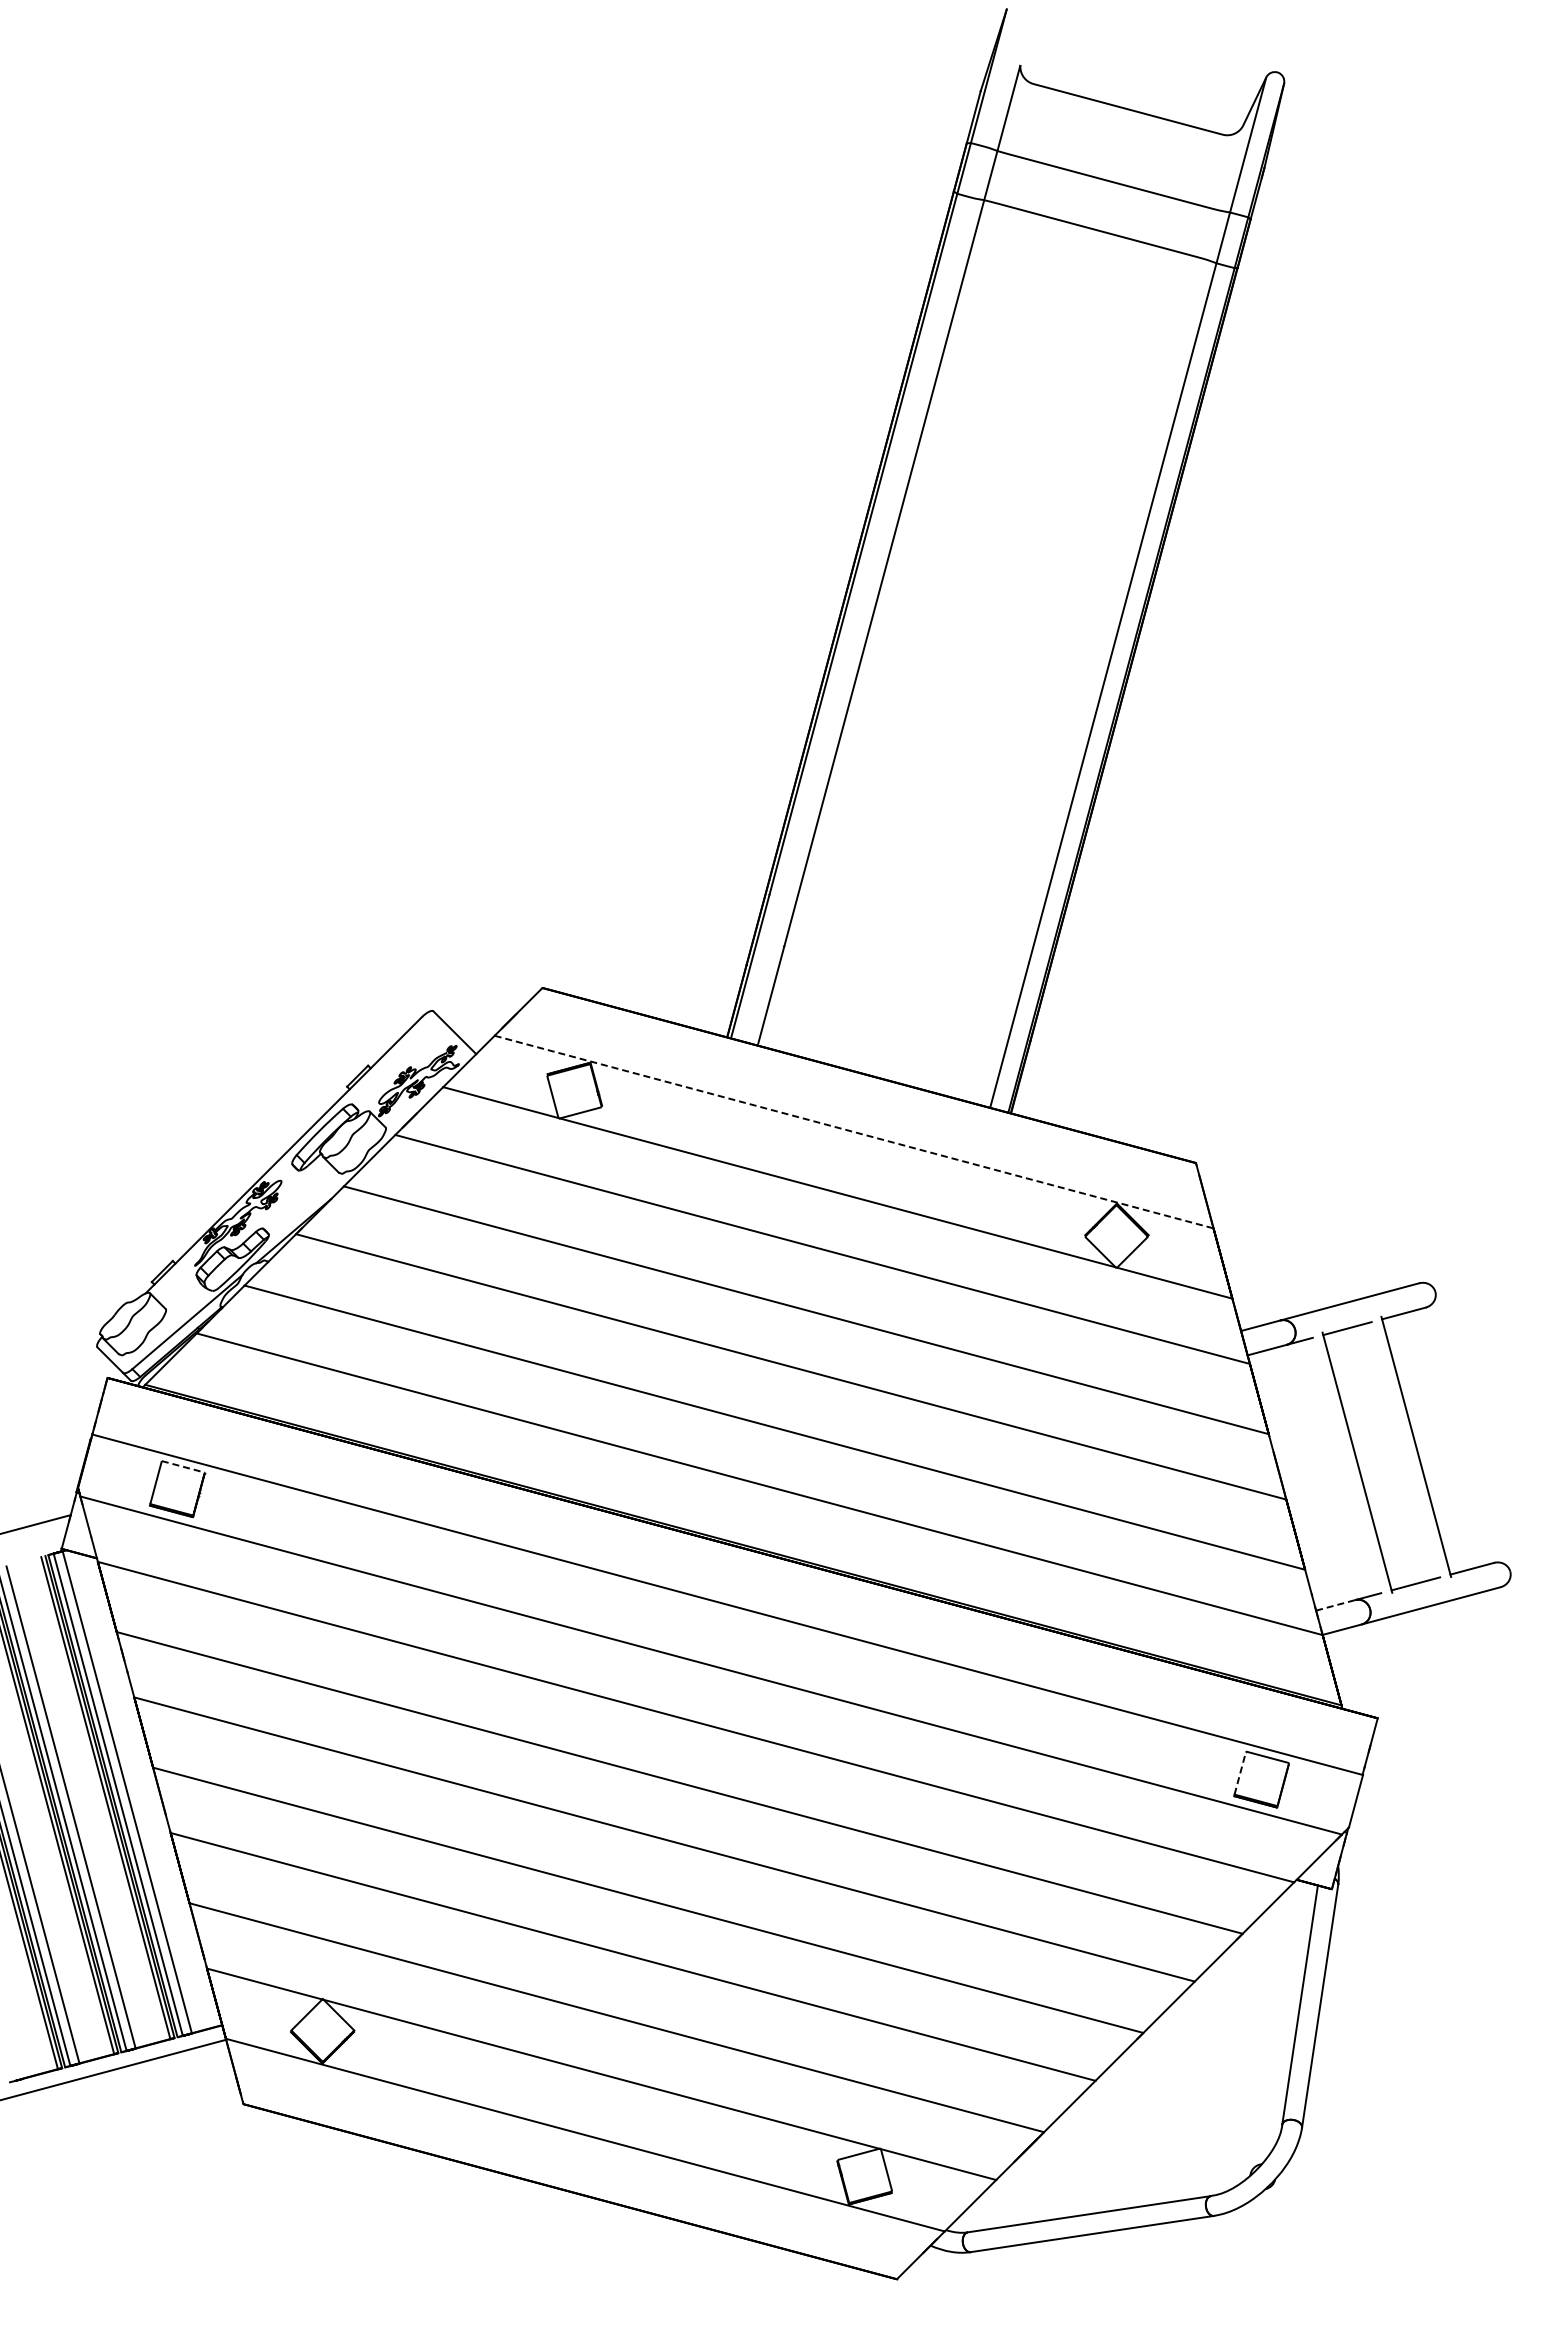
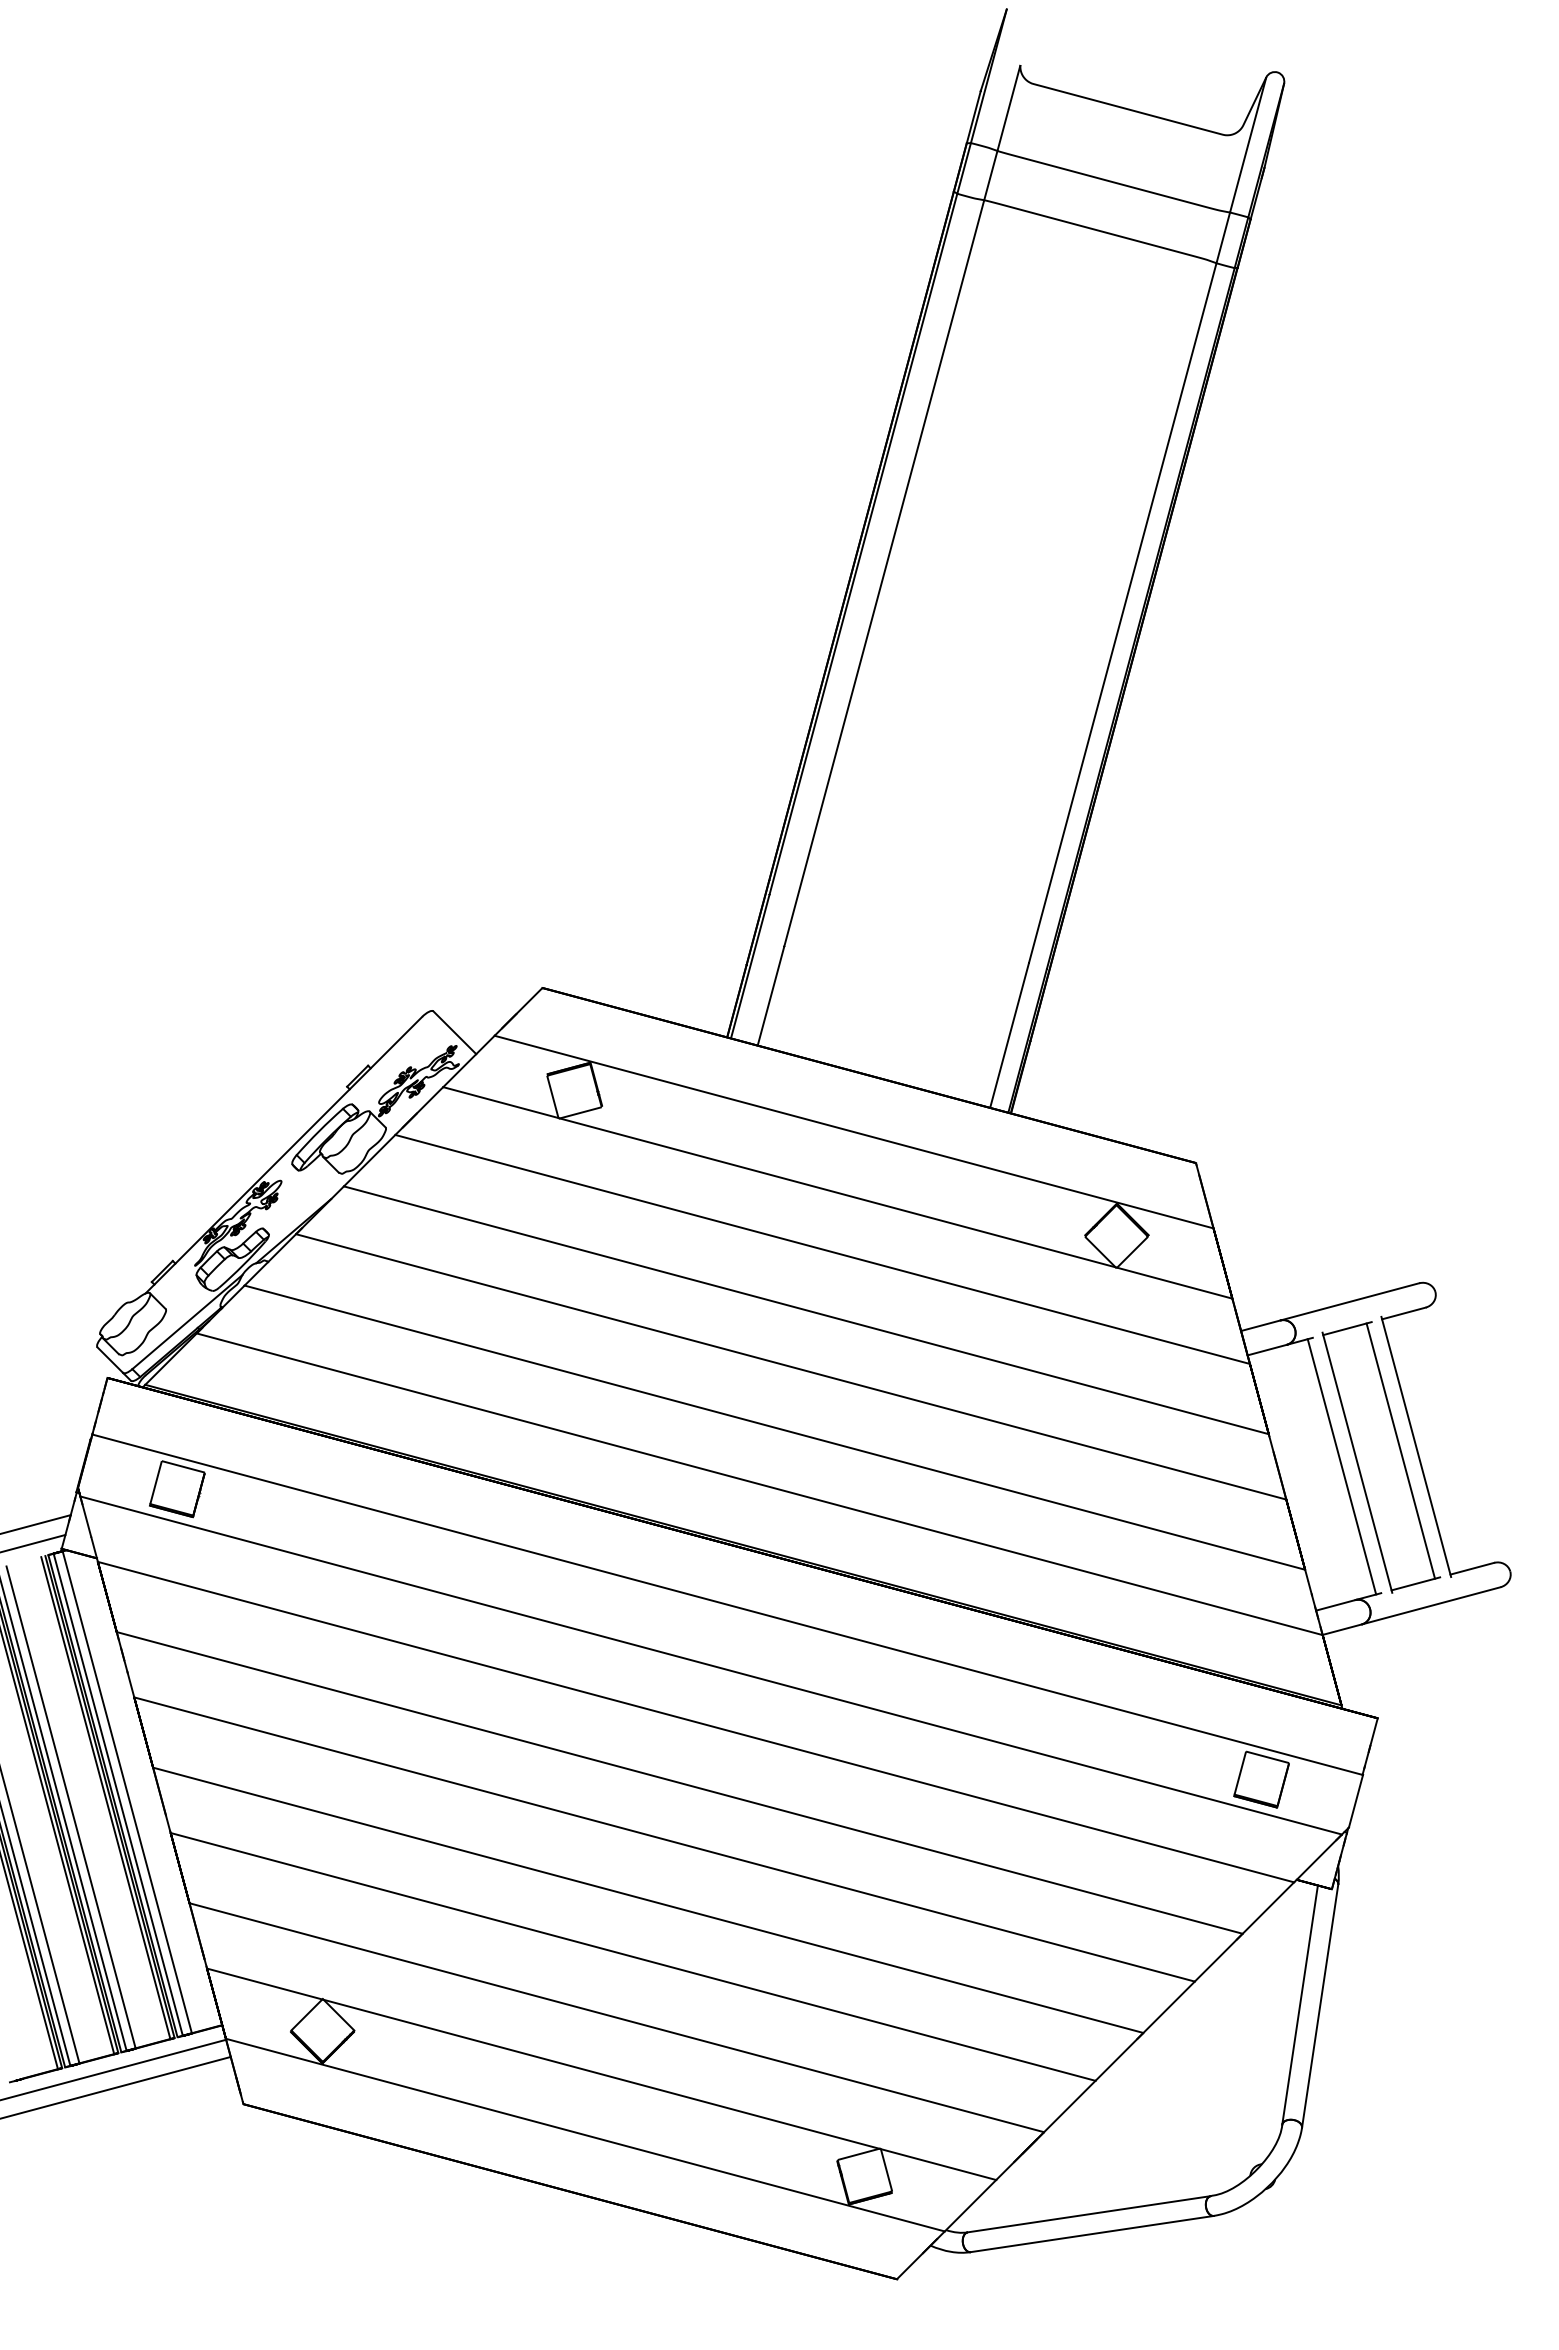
line at (854, 1132): dashed -> solid
line at (1400, 1450): none -> present
line at (183, 1466): dashed -> solid
line at (1341, 1466): none -> present
line at (33, 1542): none -> present
line at (1336, 1605): dashed -> solid
line at (1240, 1772): dashed -> solid
line at (116, 2087): none -> present
